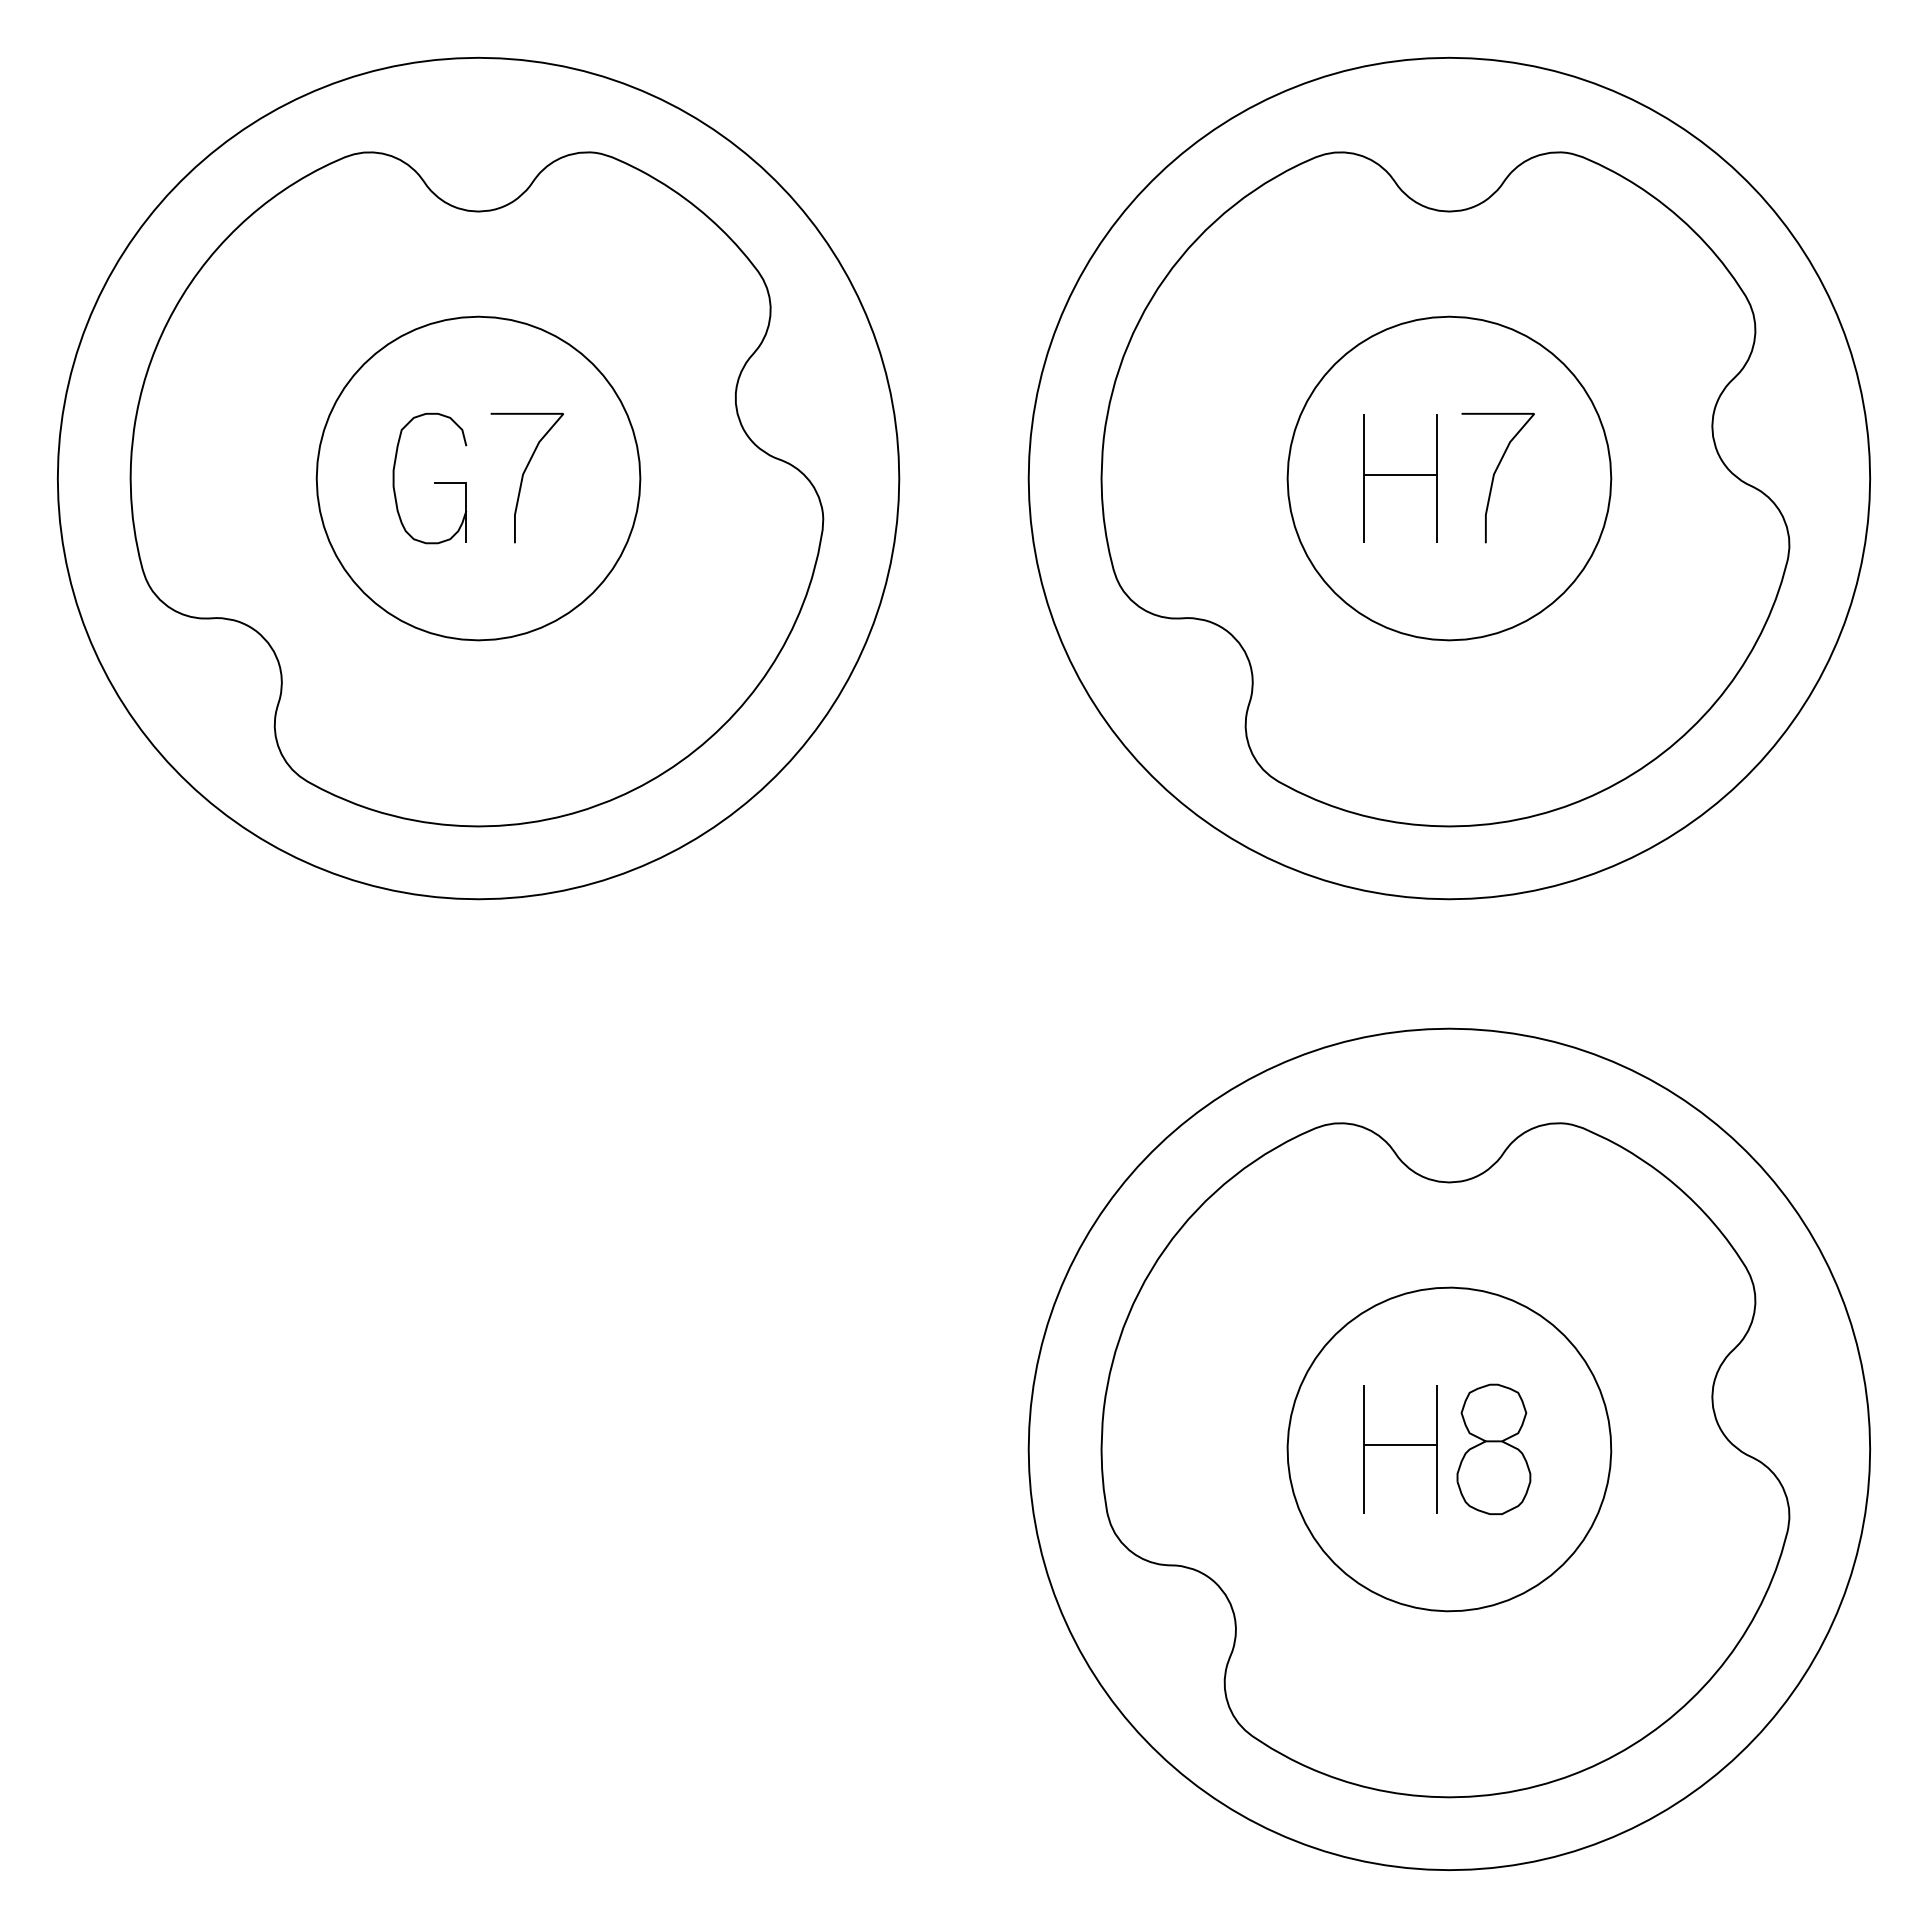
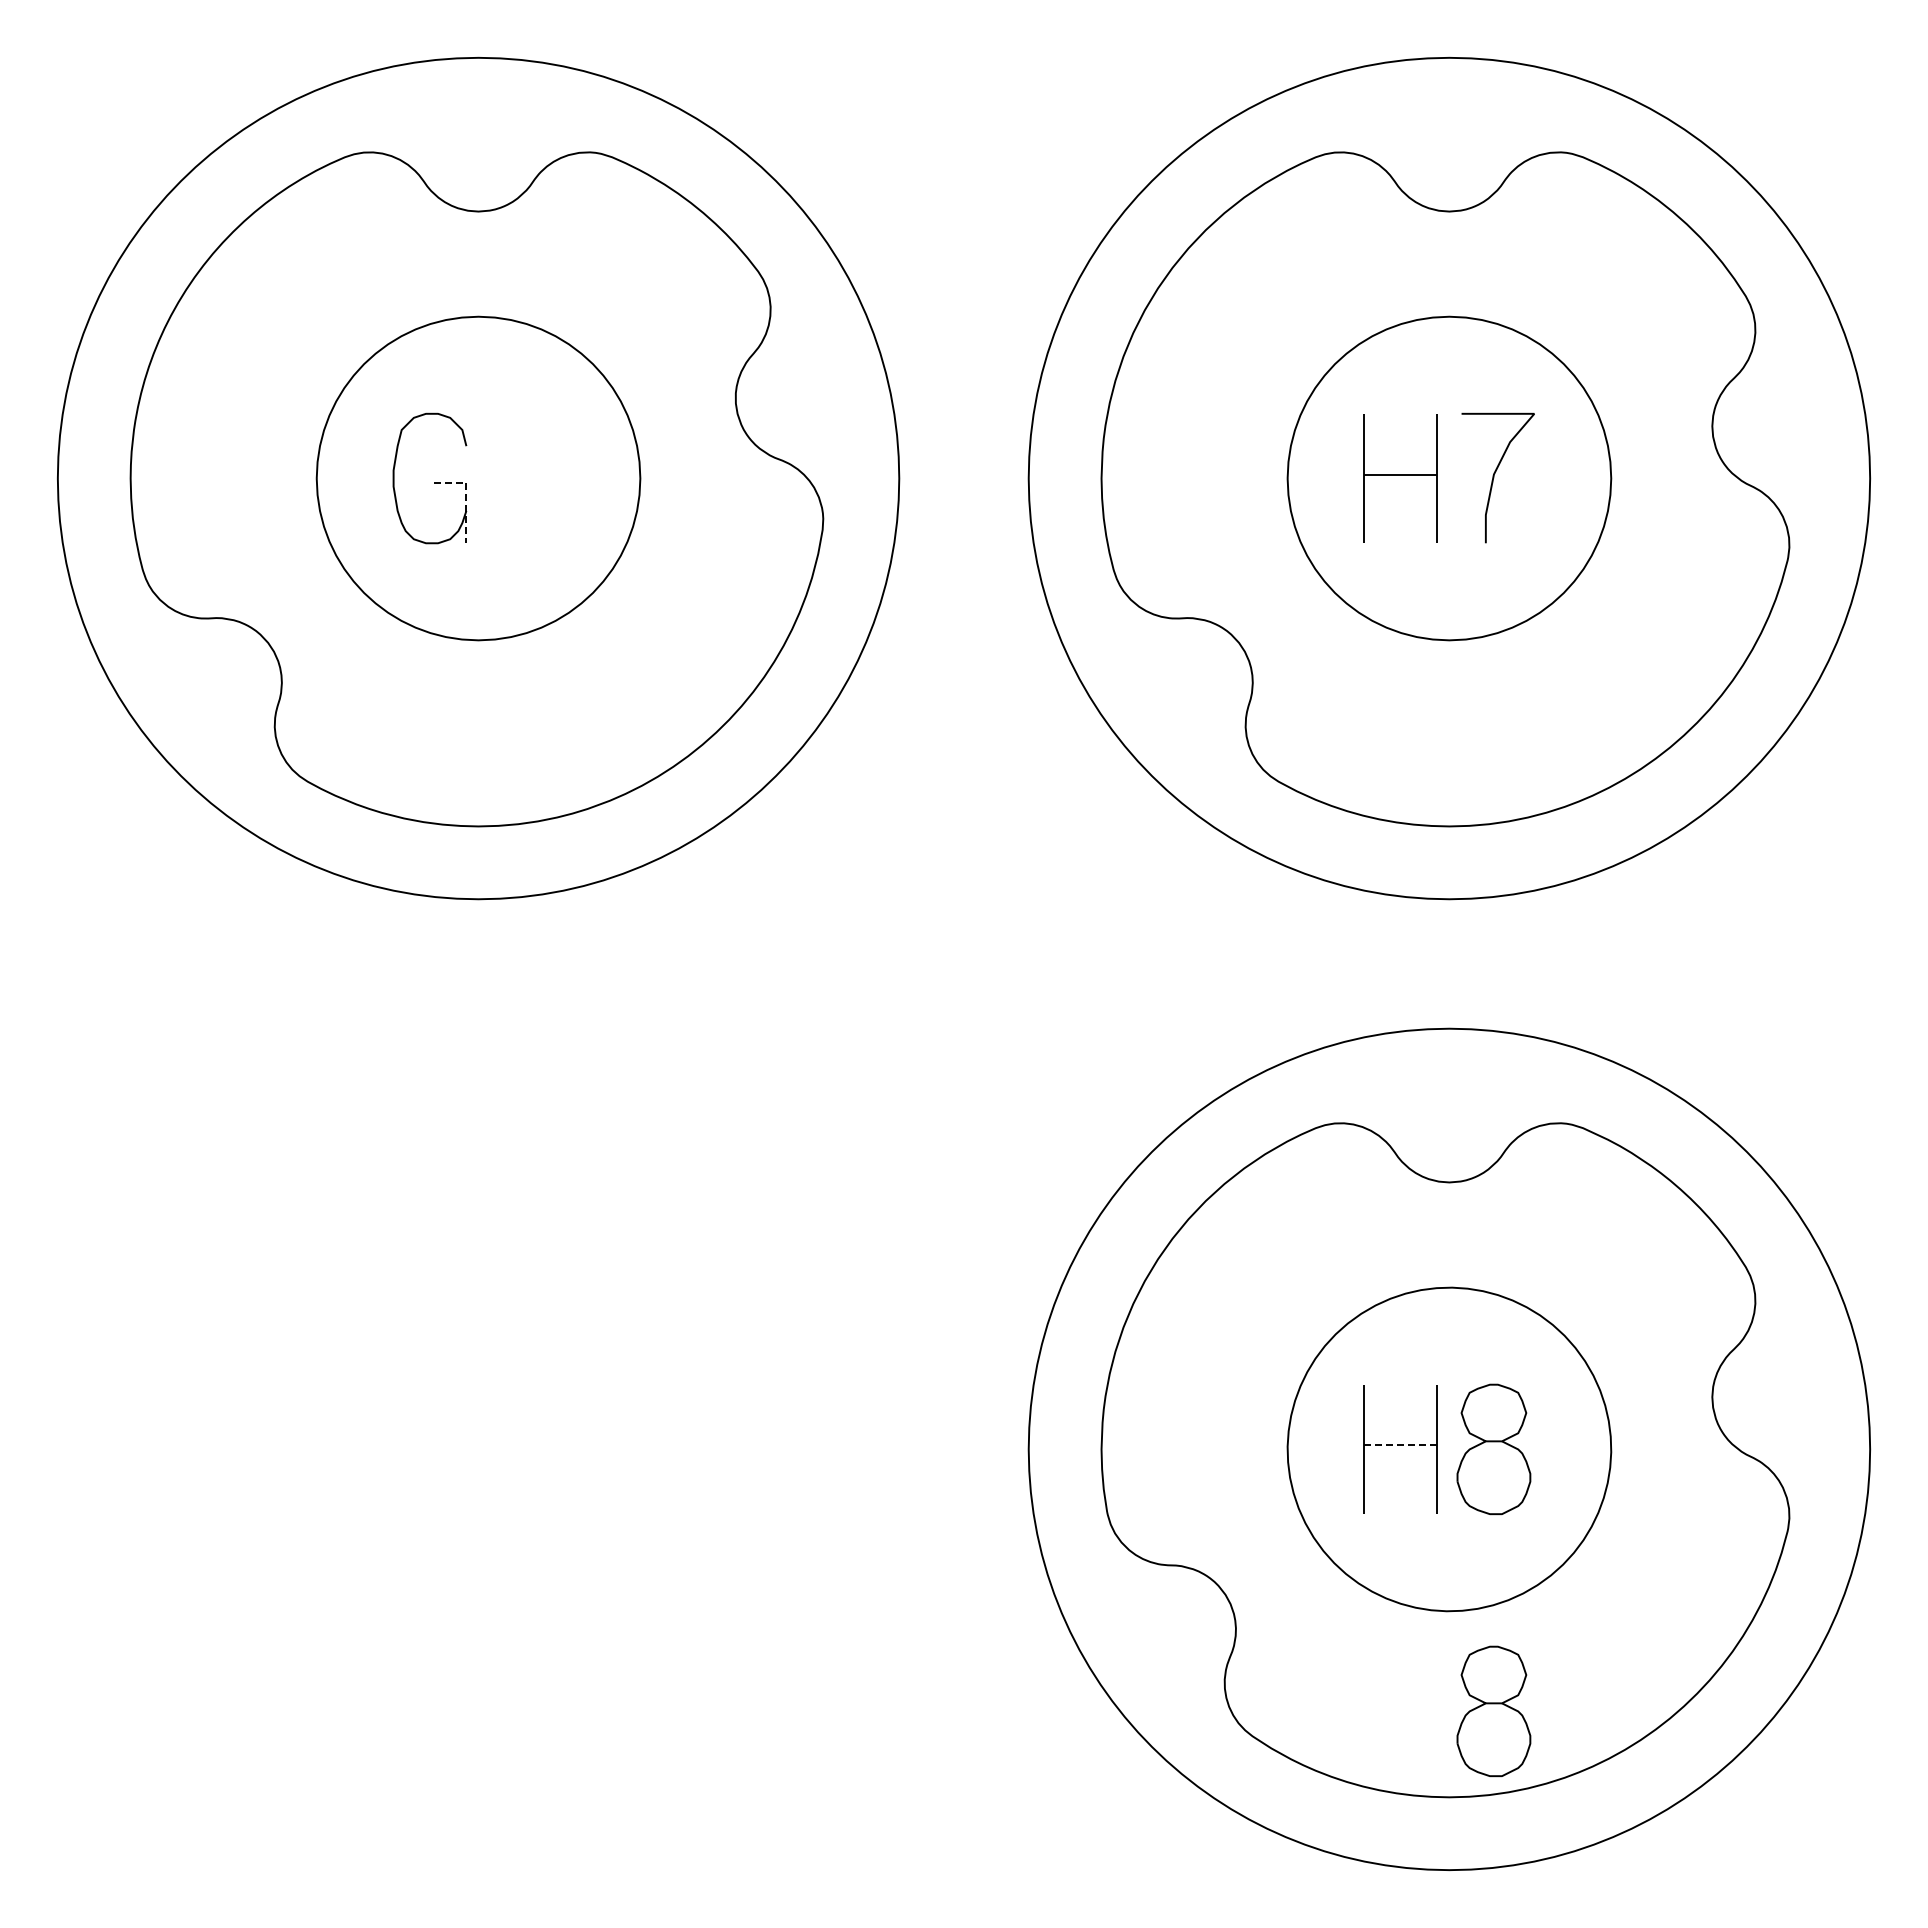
curve at (523, 477): present -> none
line at (466, 496): solid -> dashed
line at (1401, 1445): solid -> dashed
part at (1493, 1711): none -> present
